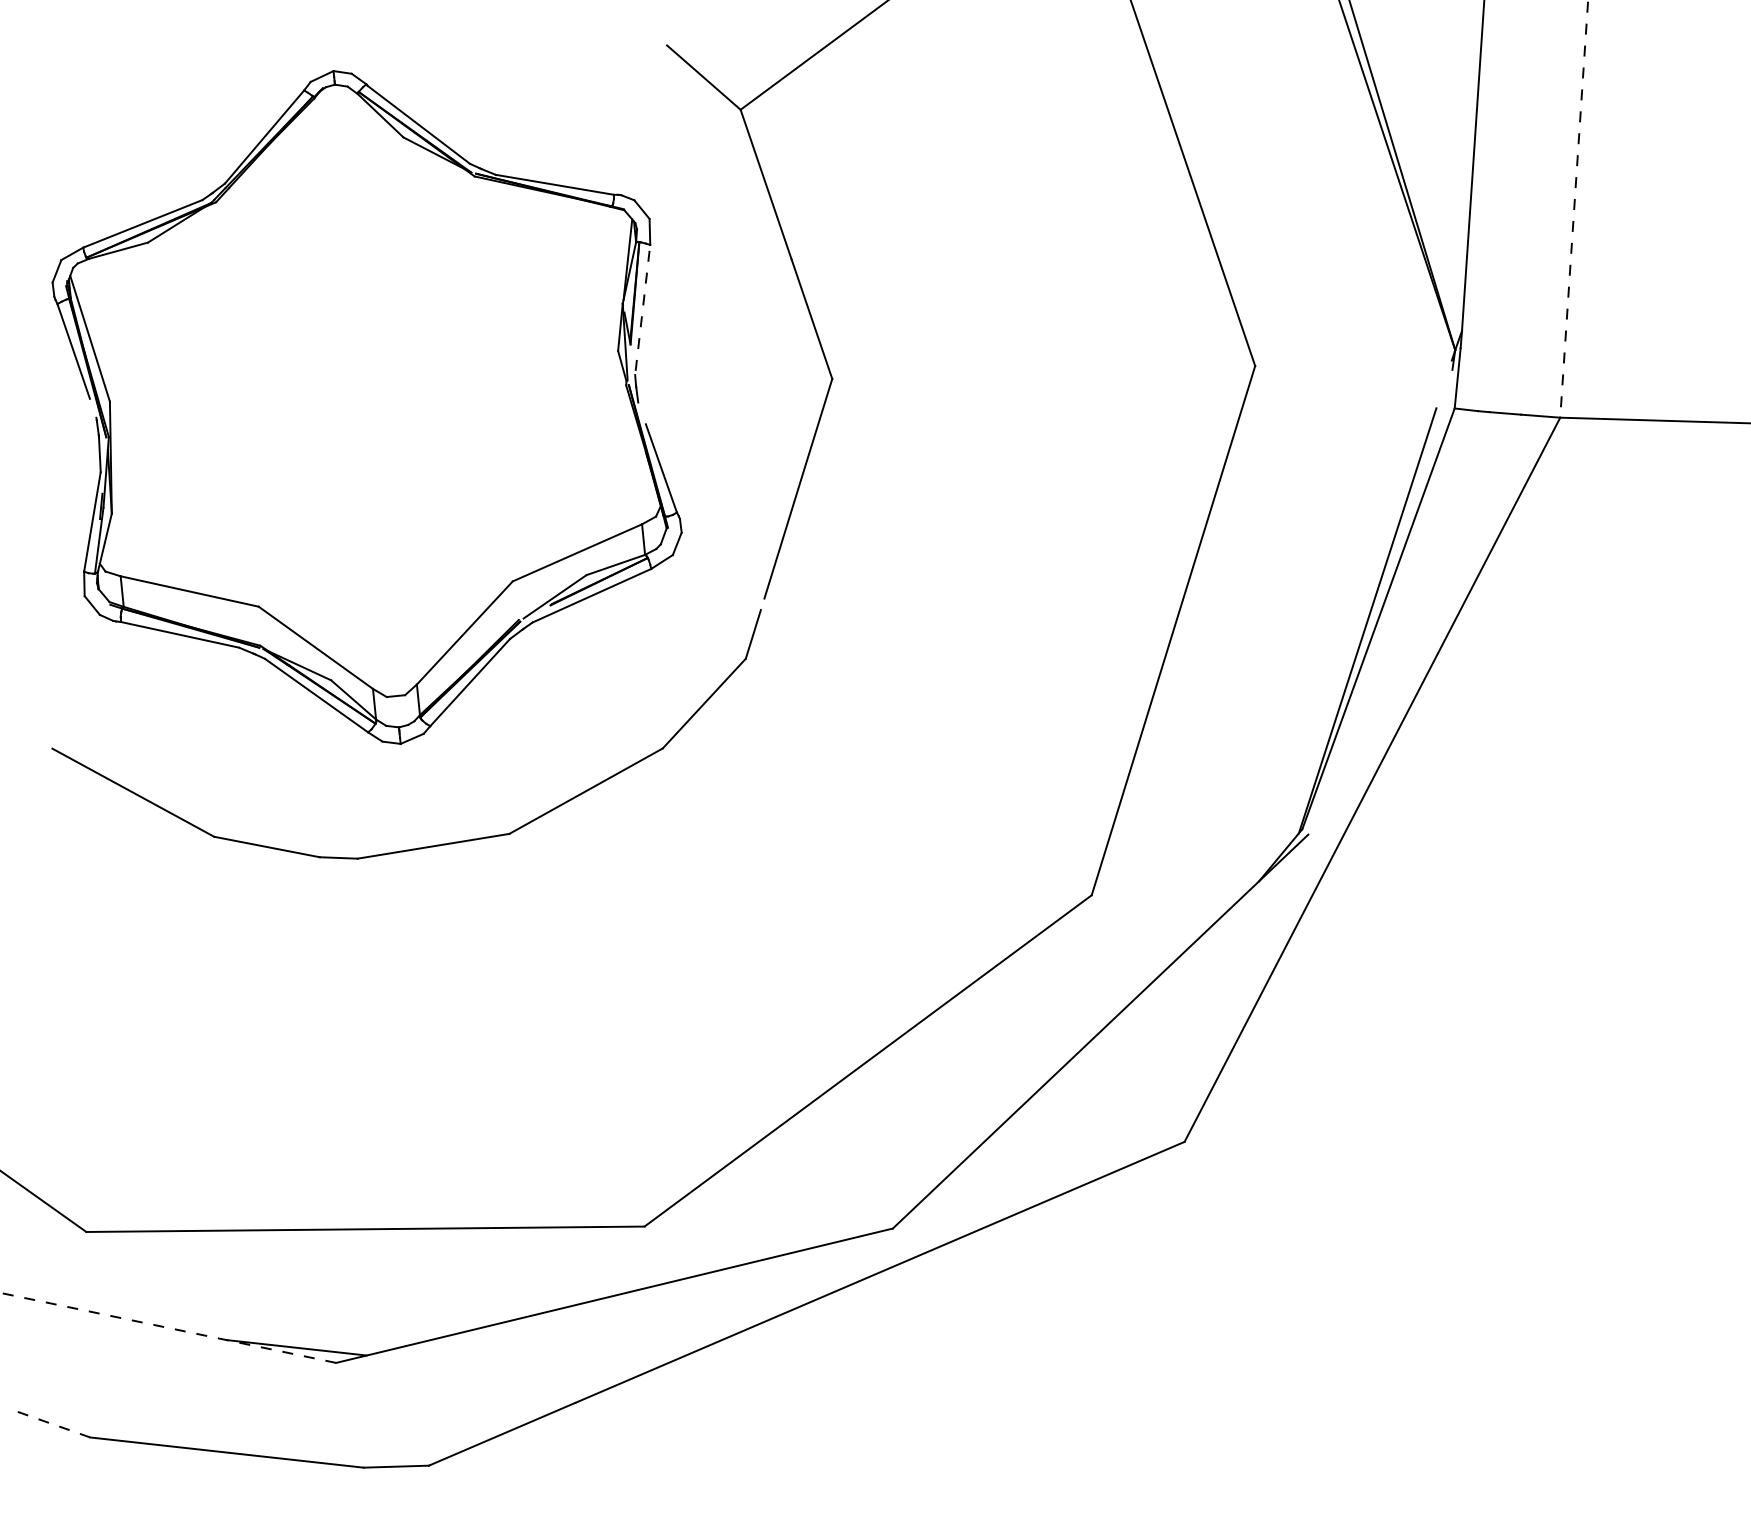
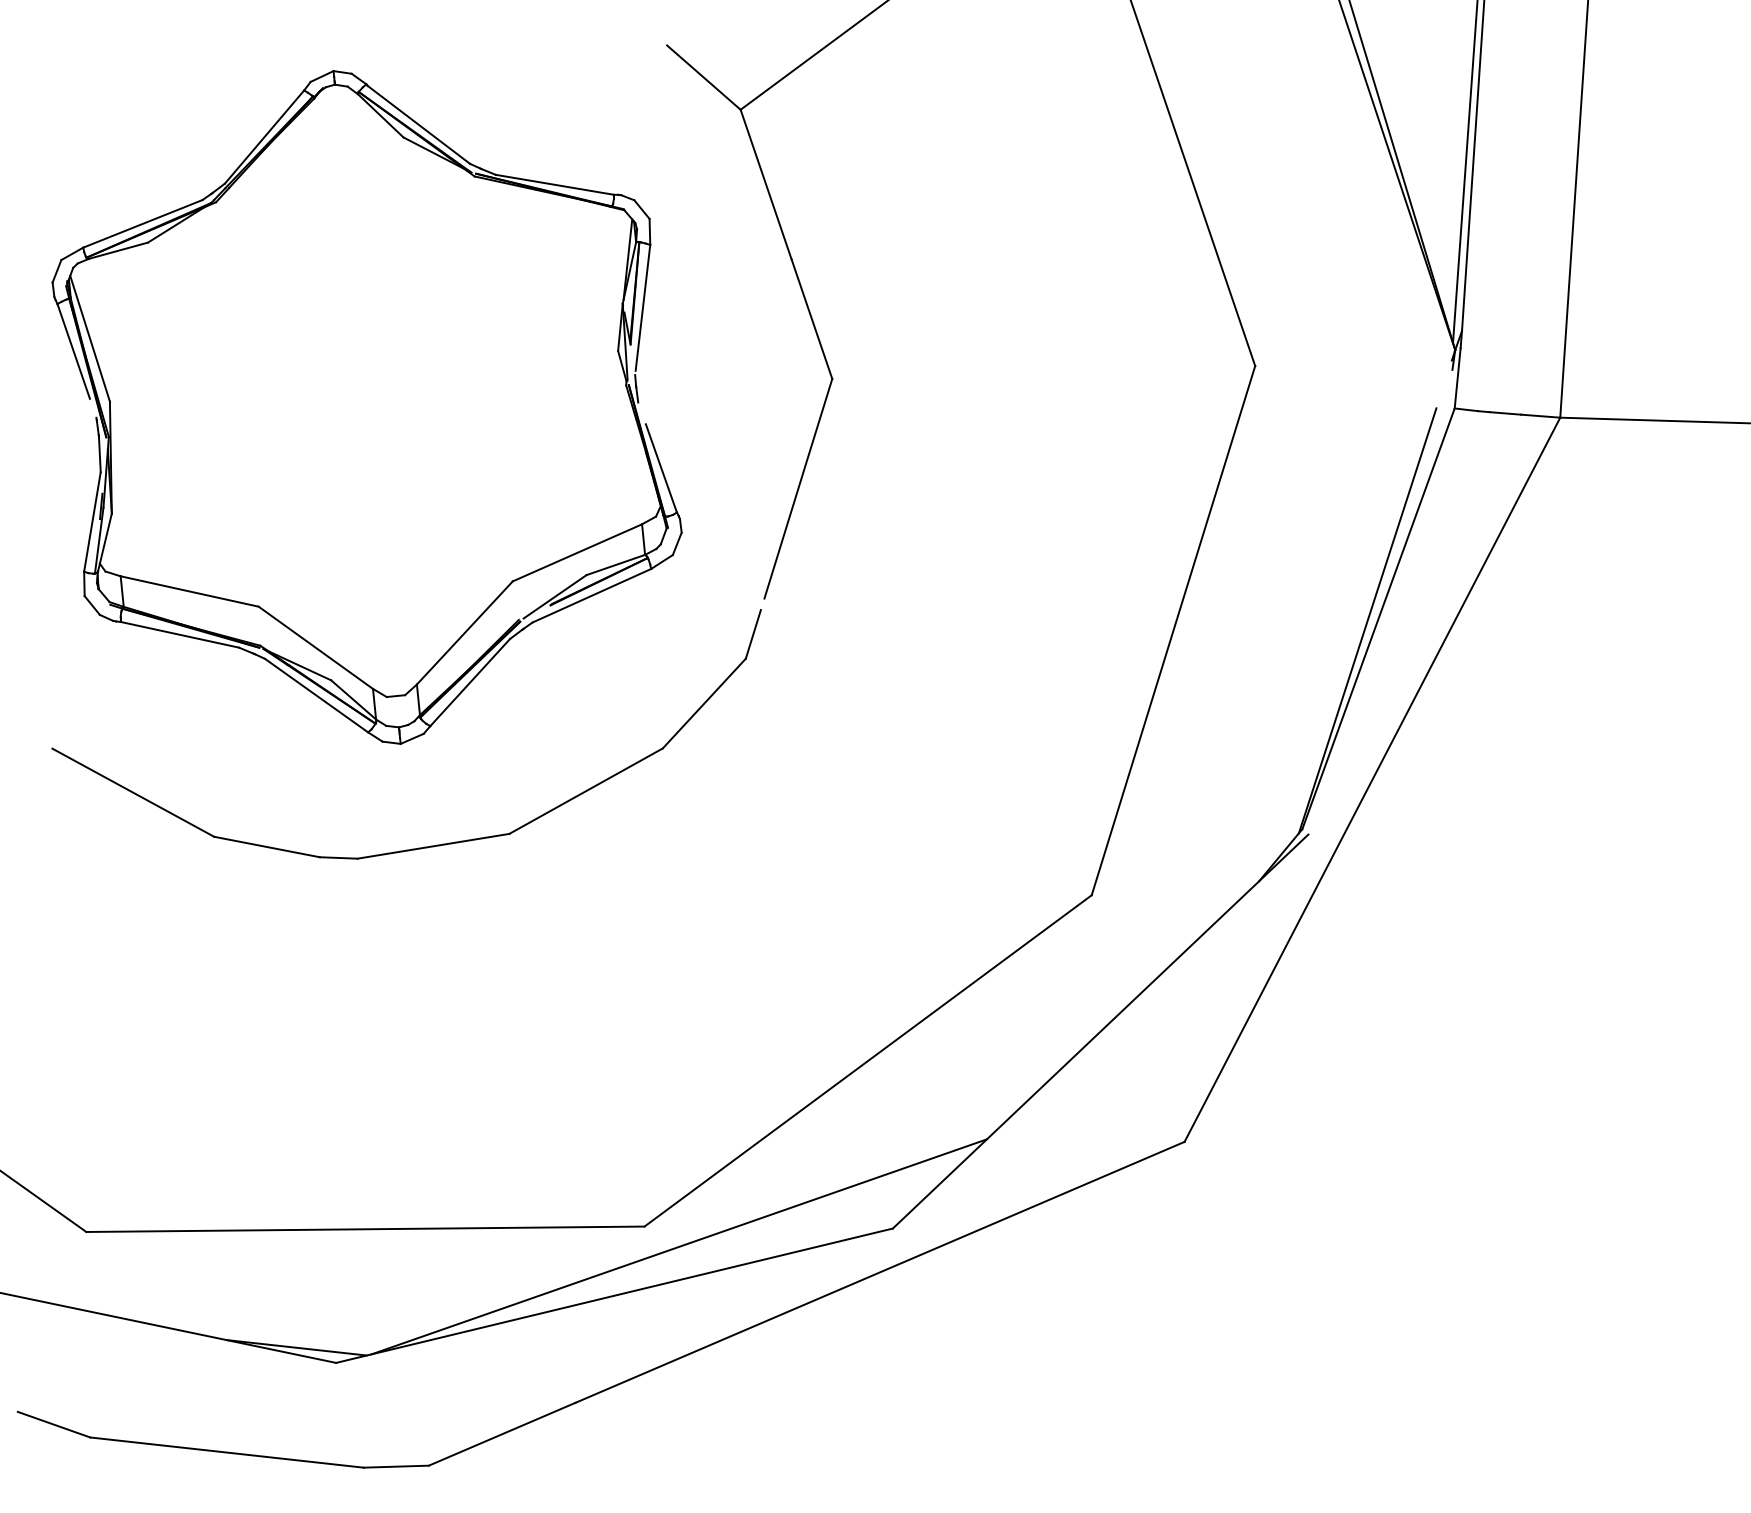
line at (1465, 172): none -> present
line at (1574, 209): dashed -> solid
line at (643, 307): dashed -> solid
line at (678, 1246): none -> present
line at (167, 1327): dashed -> solid
line at (54, 1424): dashed -> solid
